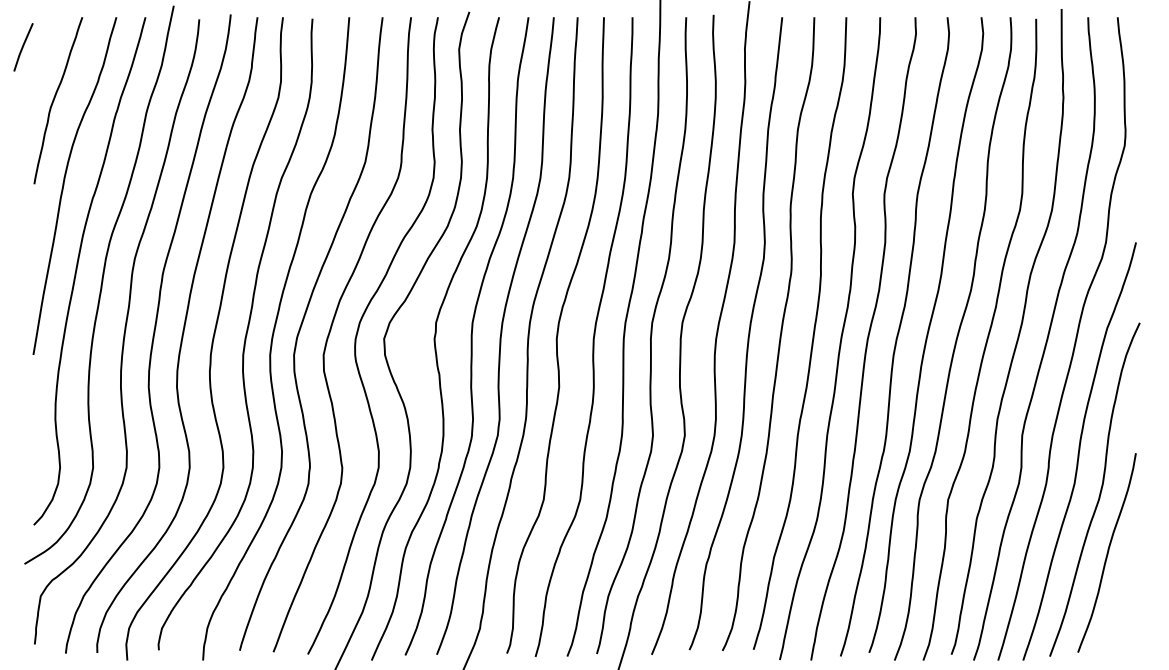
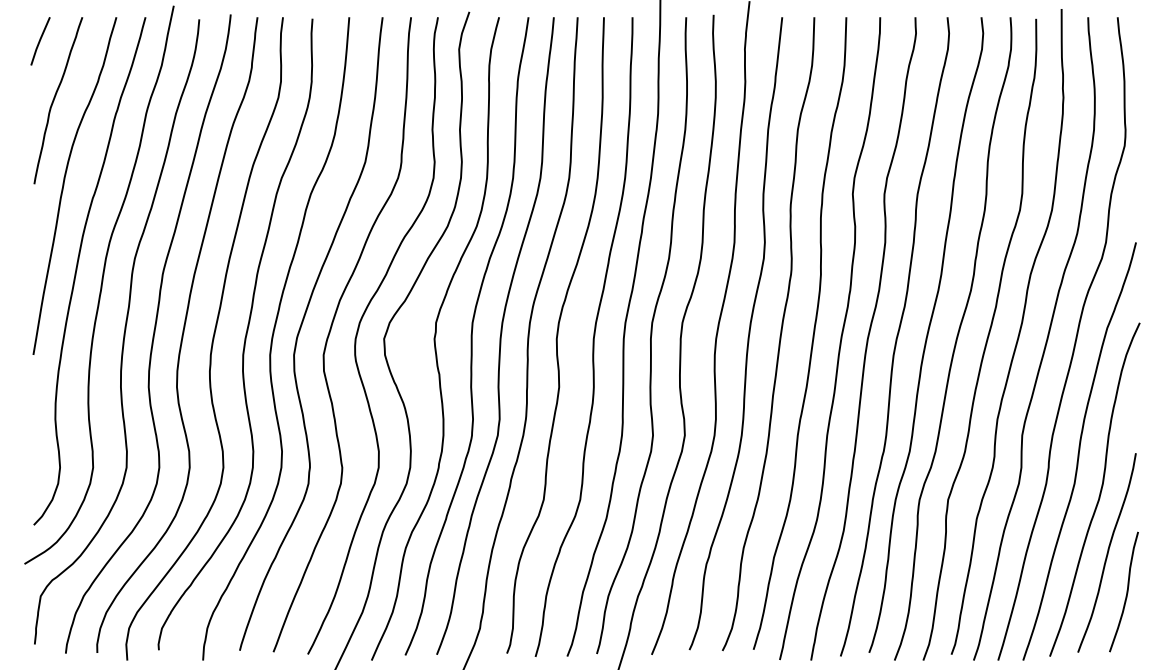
line at (23, 47) position: (23, 47) -> (40, 41)
curve at (1126, 591): none -> present
